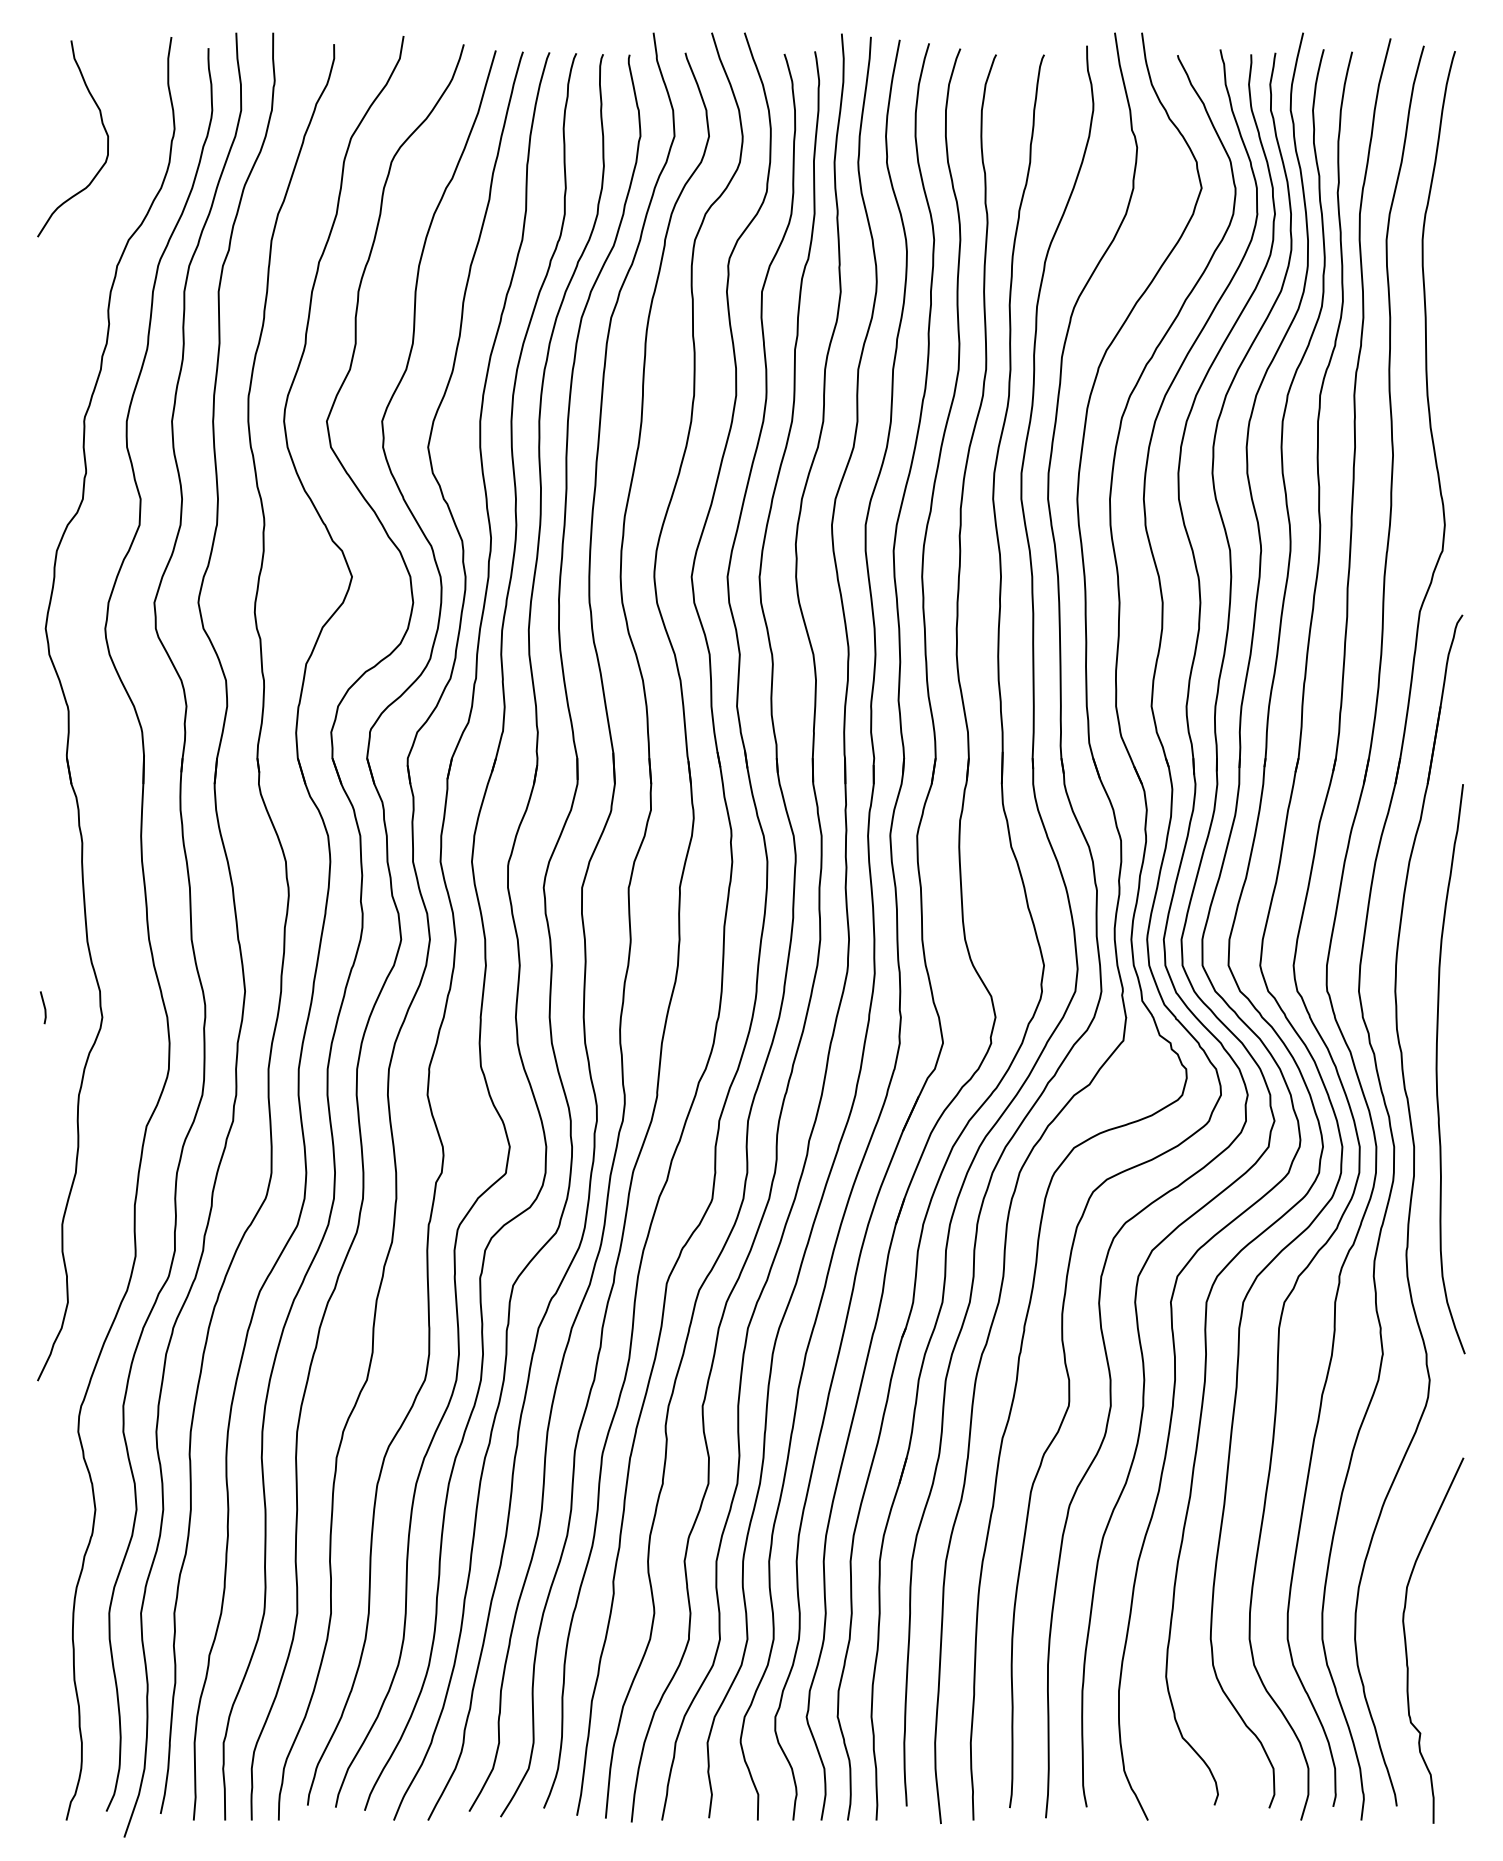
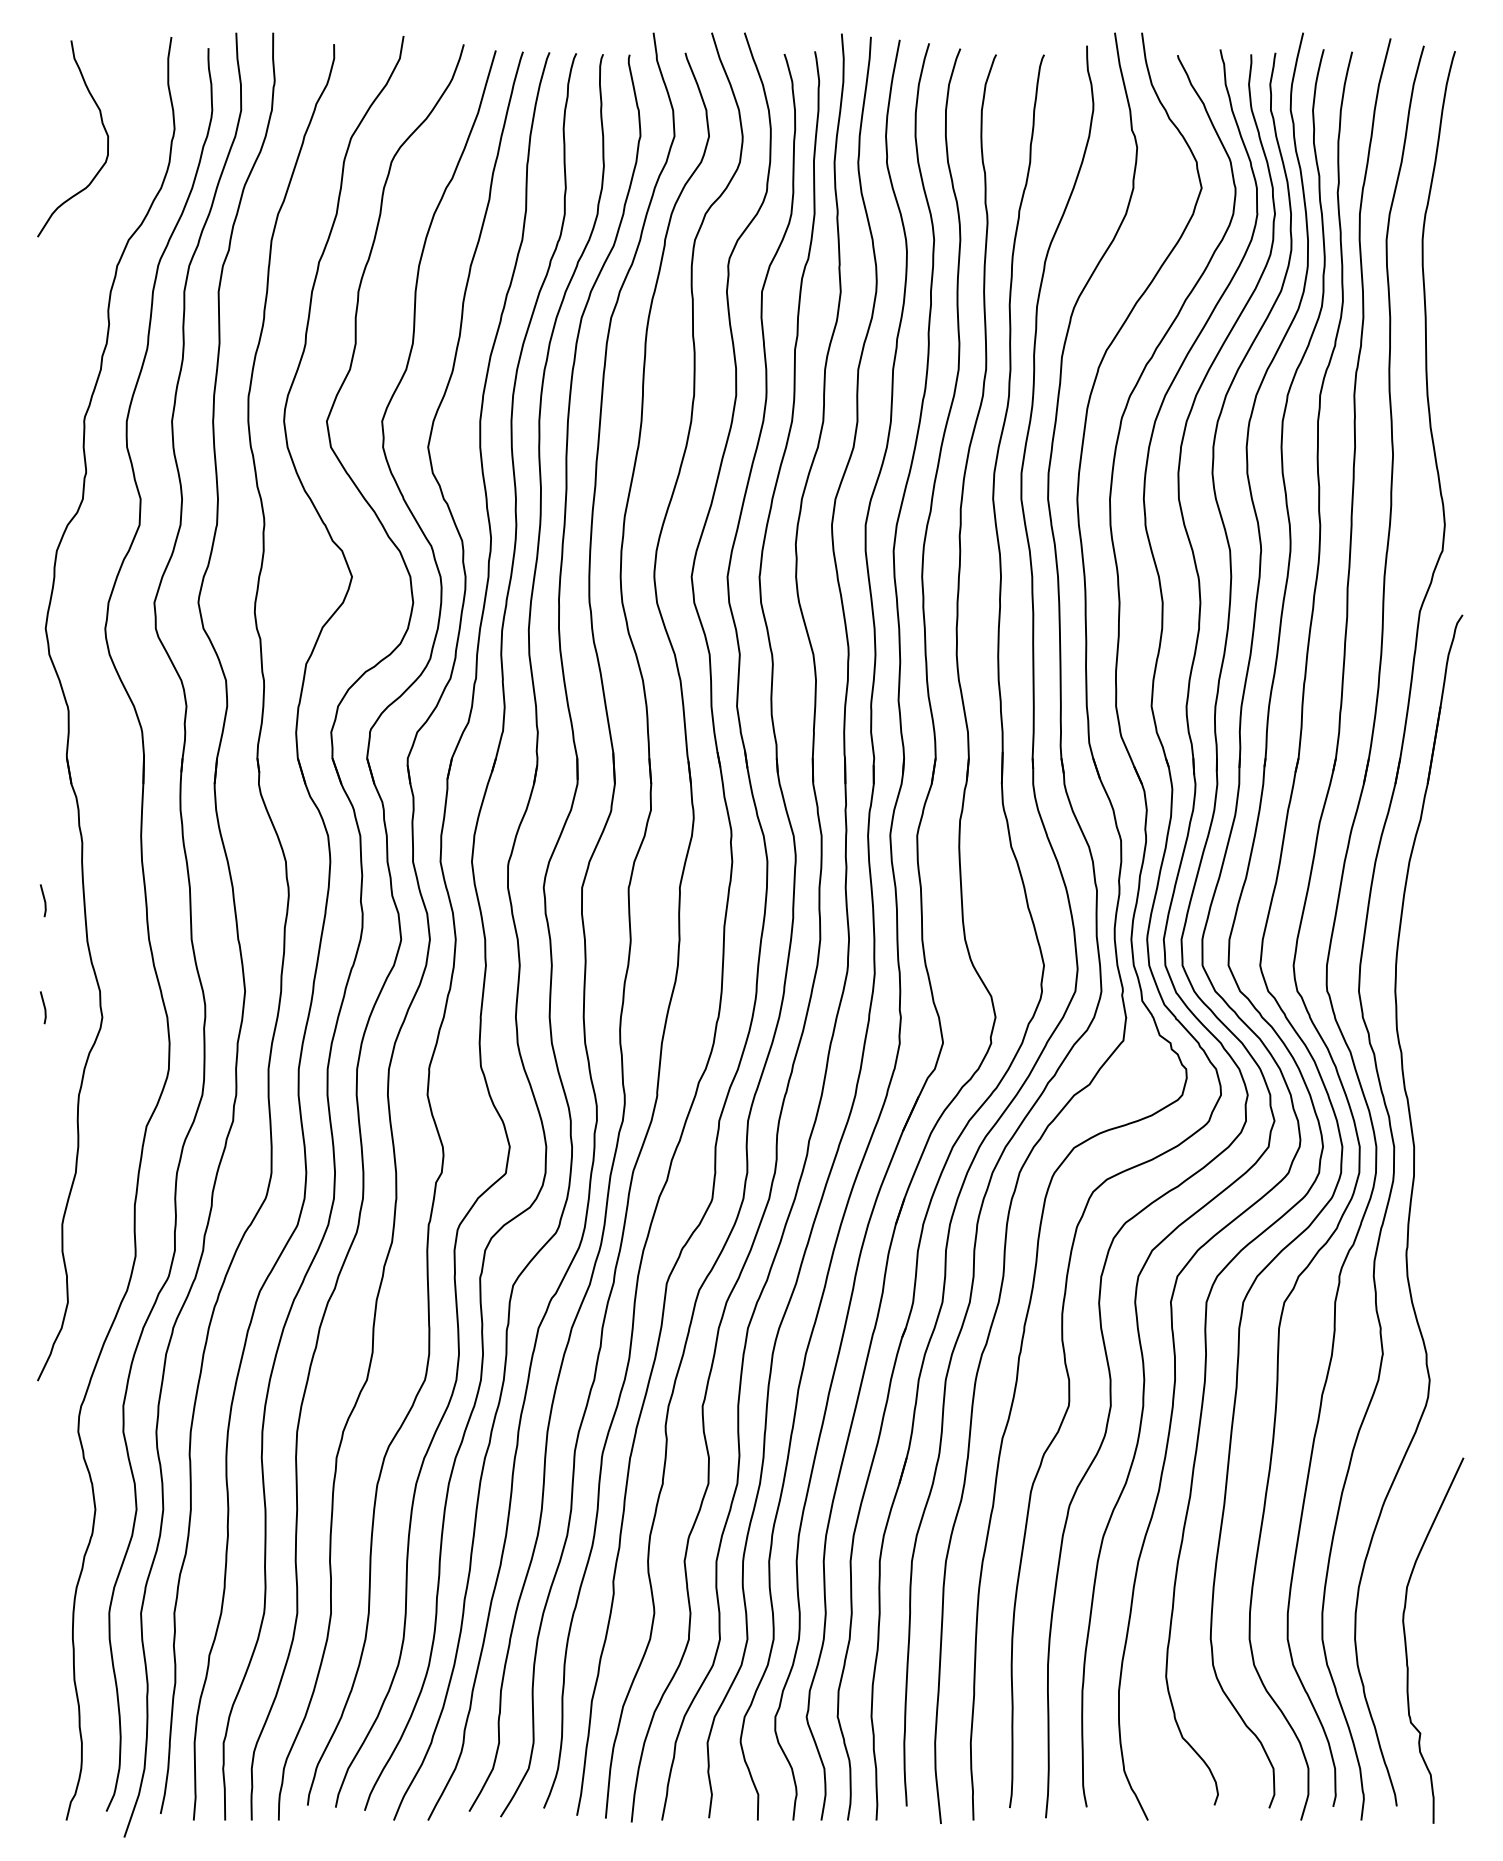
line at (43, 900): none -> present
curve at (1437, 1069): present -> none
